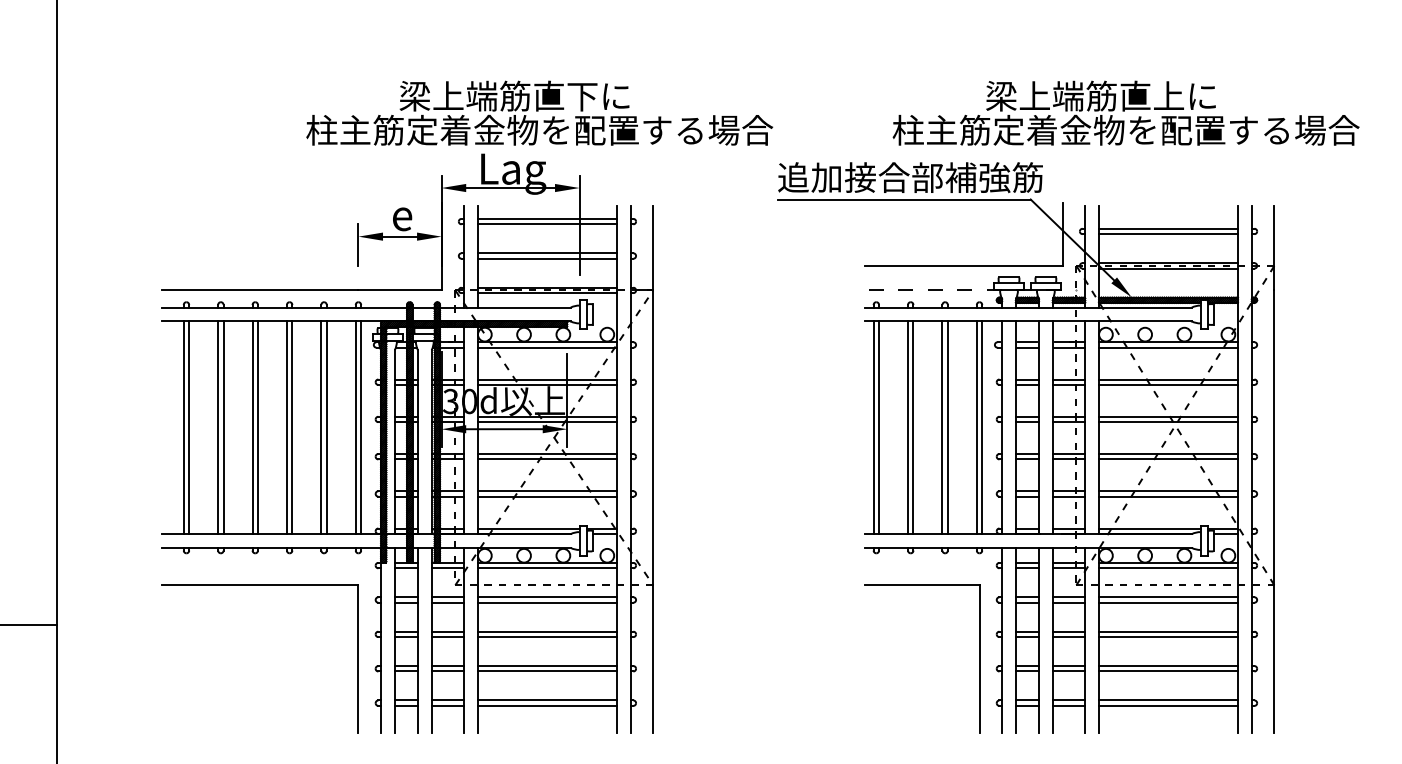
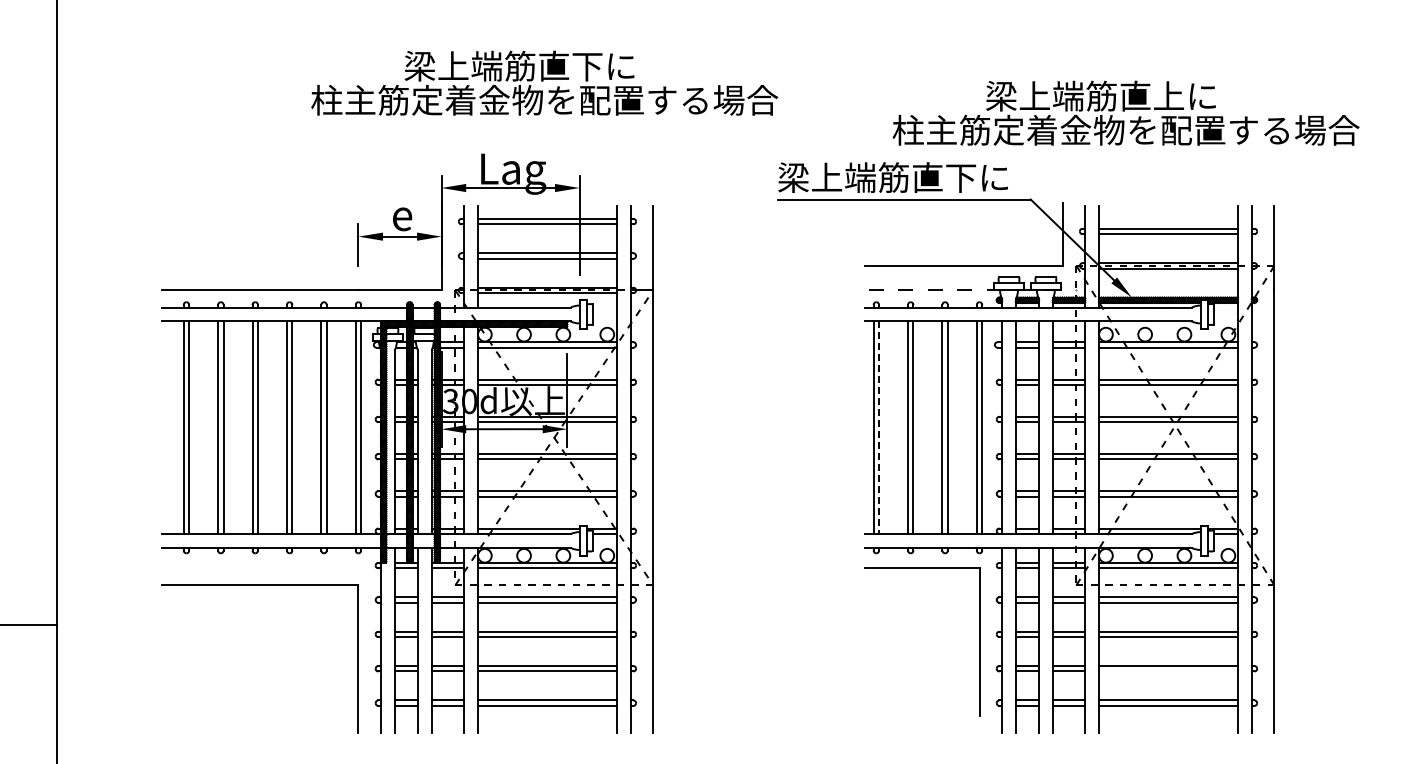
text at (539, 112) position: (539, 112) -> (544, 82)
text at (910, 177): 追加接合部補強筋 -> 梁上端筋直下に
line at (879, 428): solid -> dashed
part at (979, 658) position: (979, 658) -> (979, 641)
line at (1168, 671): present -> none
